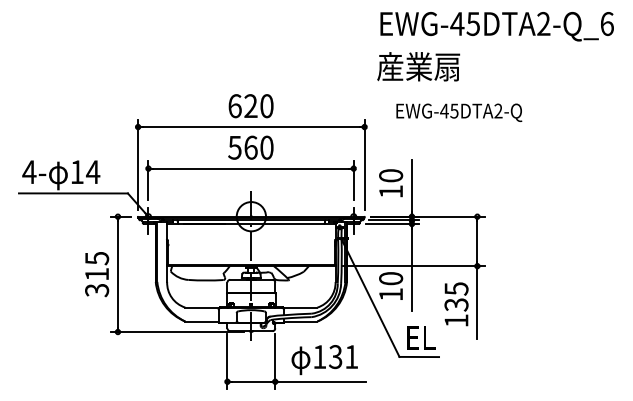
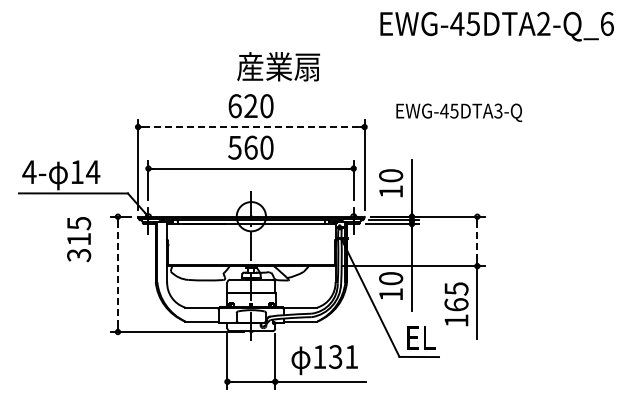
text at (418, 66) position: (418, 66) -> (278, 66)
text at (498, 111): EWG-45DTA2-Q -> EWG-45DTA3-Q
line at (251, 127): solid -> dashed
line at (477, 241): solid -> dashed
text at (97, 274) position: (97, 274) -> (79, 239)
line at (117, 274): solid -> dashed
text at (456, 304): 135 -> 165
